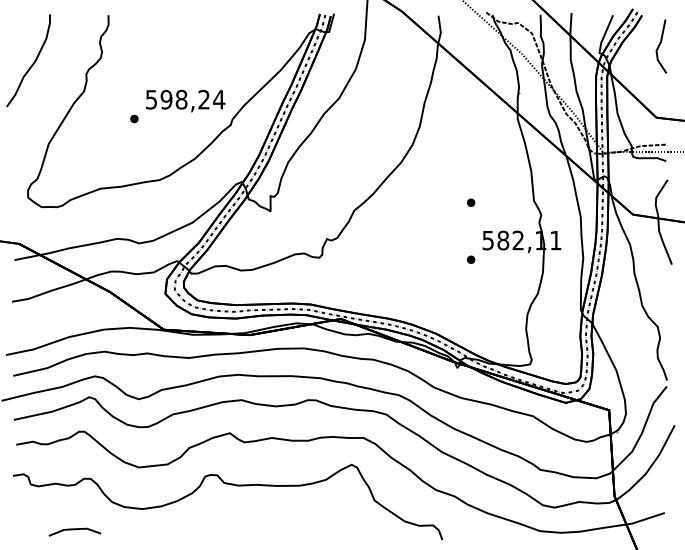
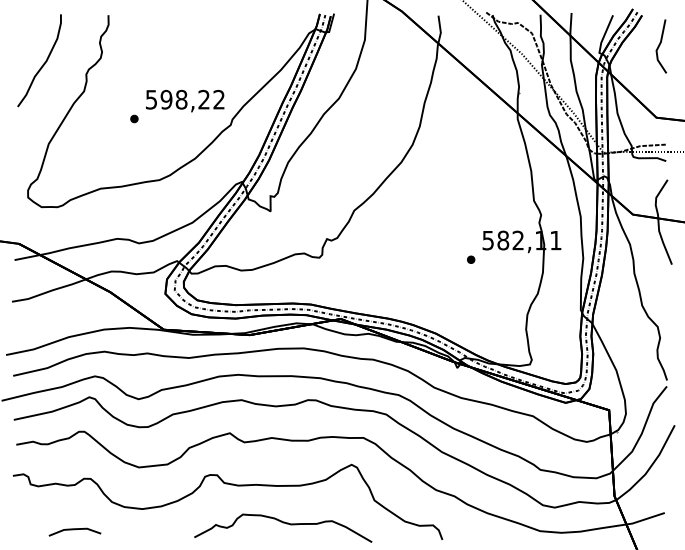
curve at (32, 63) position: (32, 63) -> (43, 63)
text at (218, 99): 598,24 -> 598,22
part at (471, 202): present -> none
curve at (283, 523): none -> present
